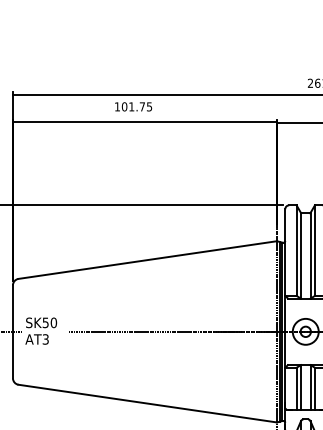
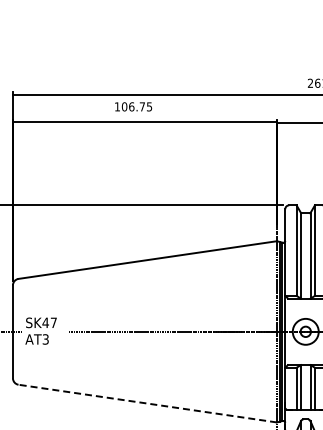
text at (131, 106): 101.75 -> 106.75
text at (49, 322): SK50 -> SK47
line at (147, 403): solid -> dashed
